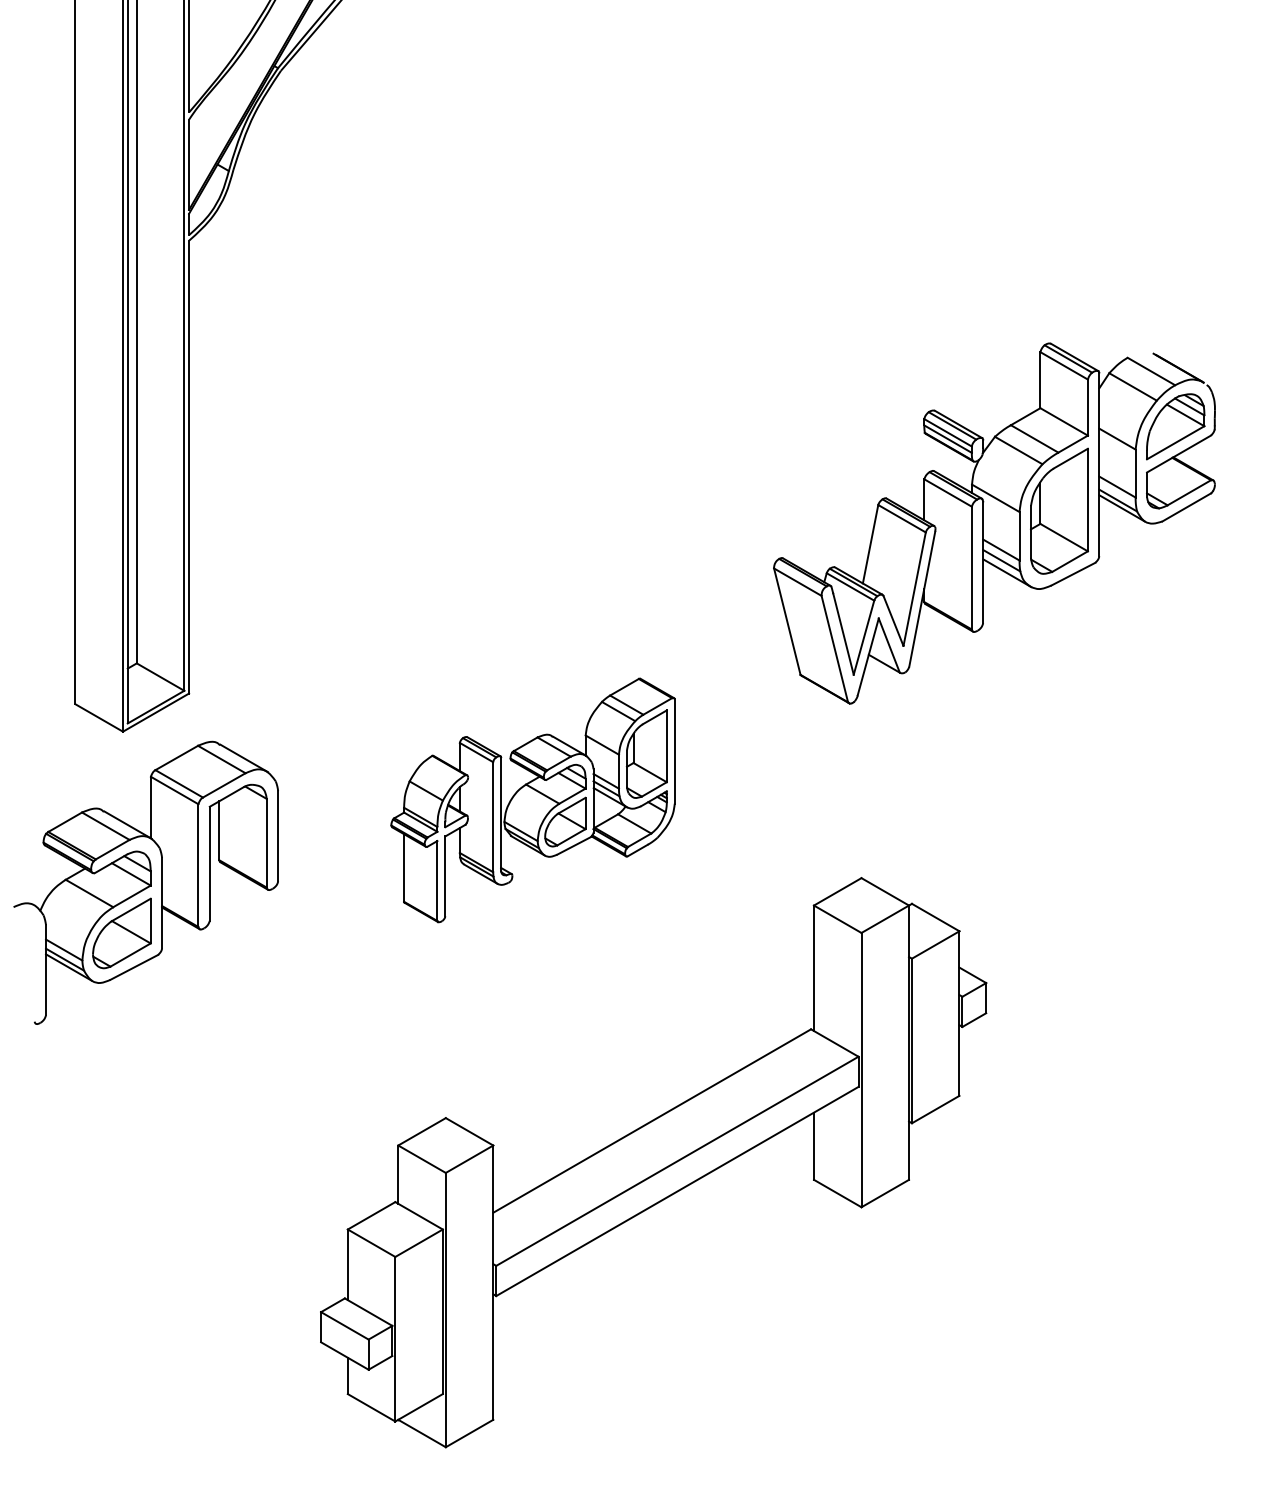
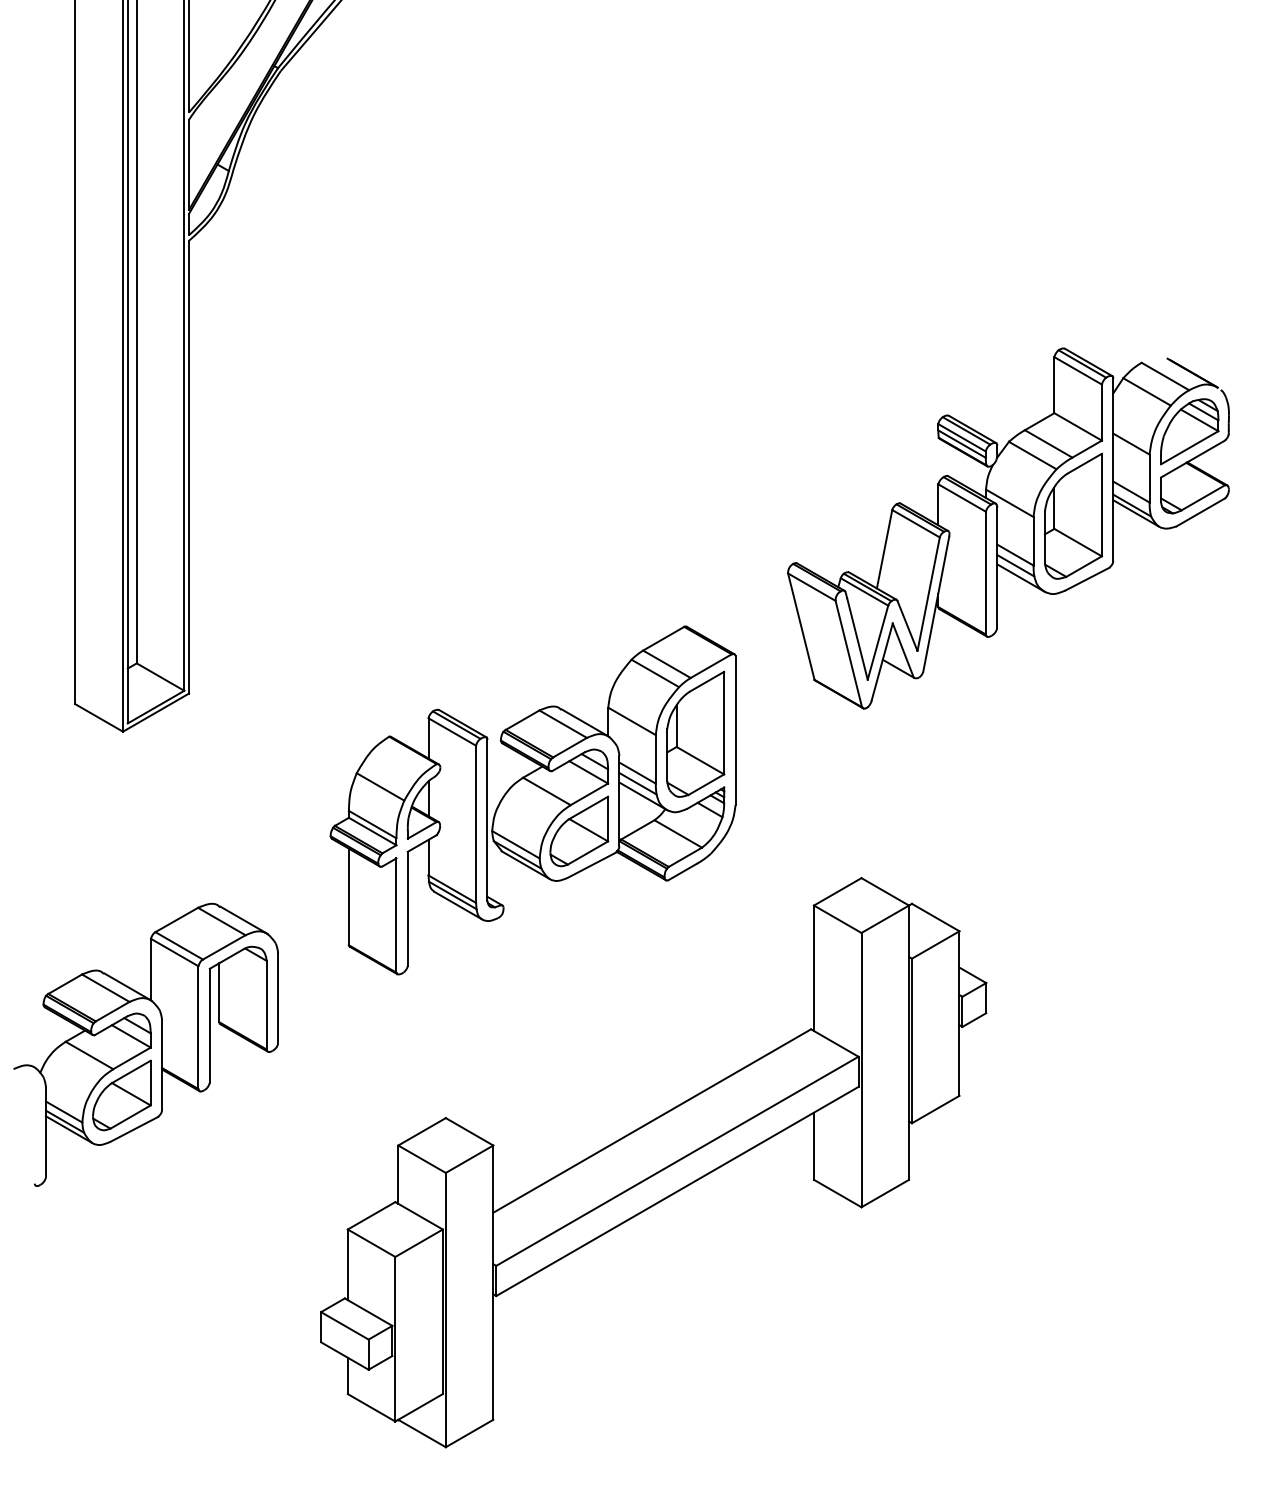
part at (994, 523) position: (994, 523) -> (1008, 528)
part at (532, 800) size: 286x247 px -> 408x351 px
part at (145, 882) position: (145, 882) -> (145, 1044)
